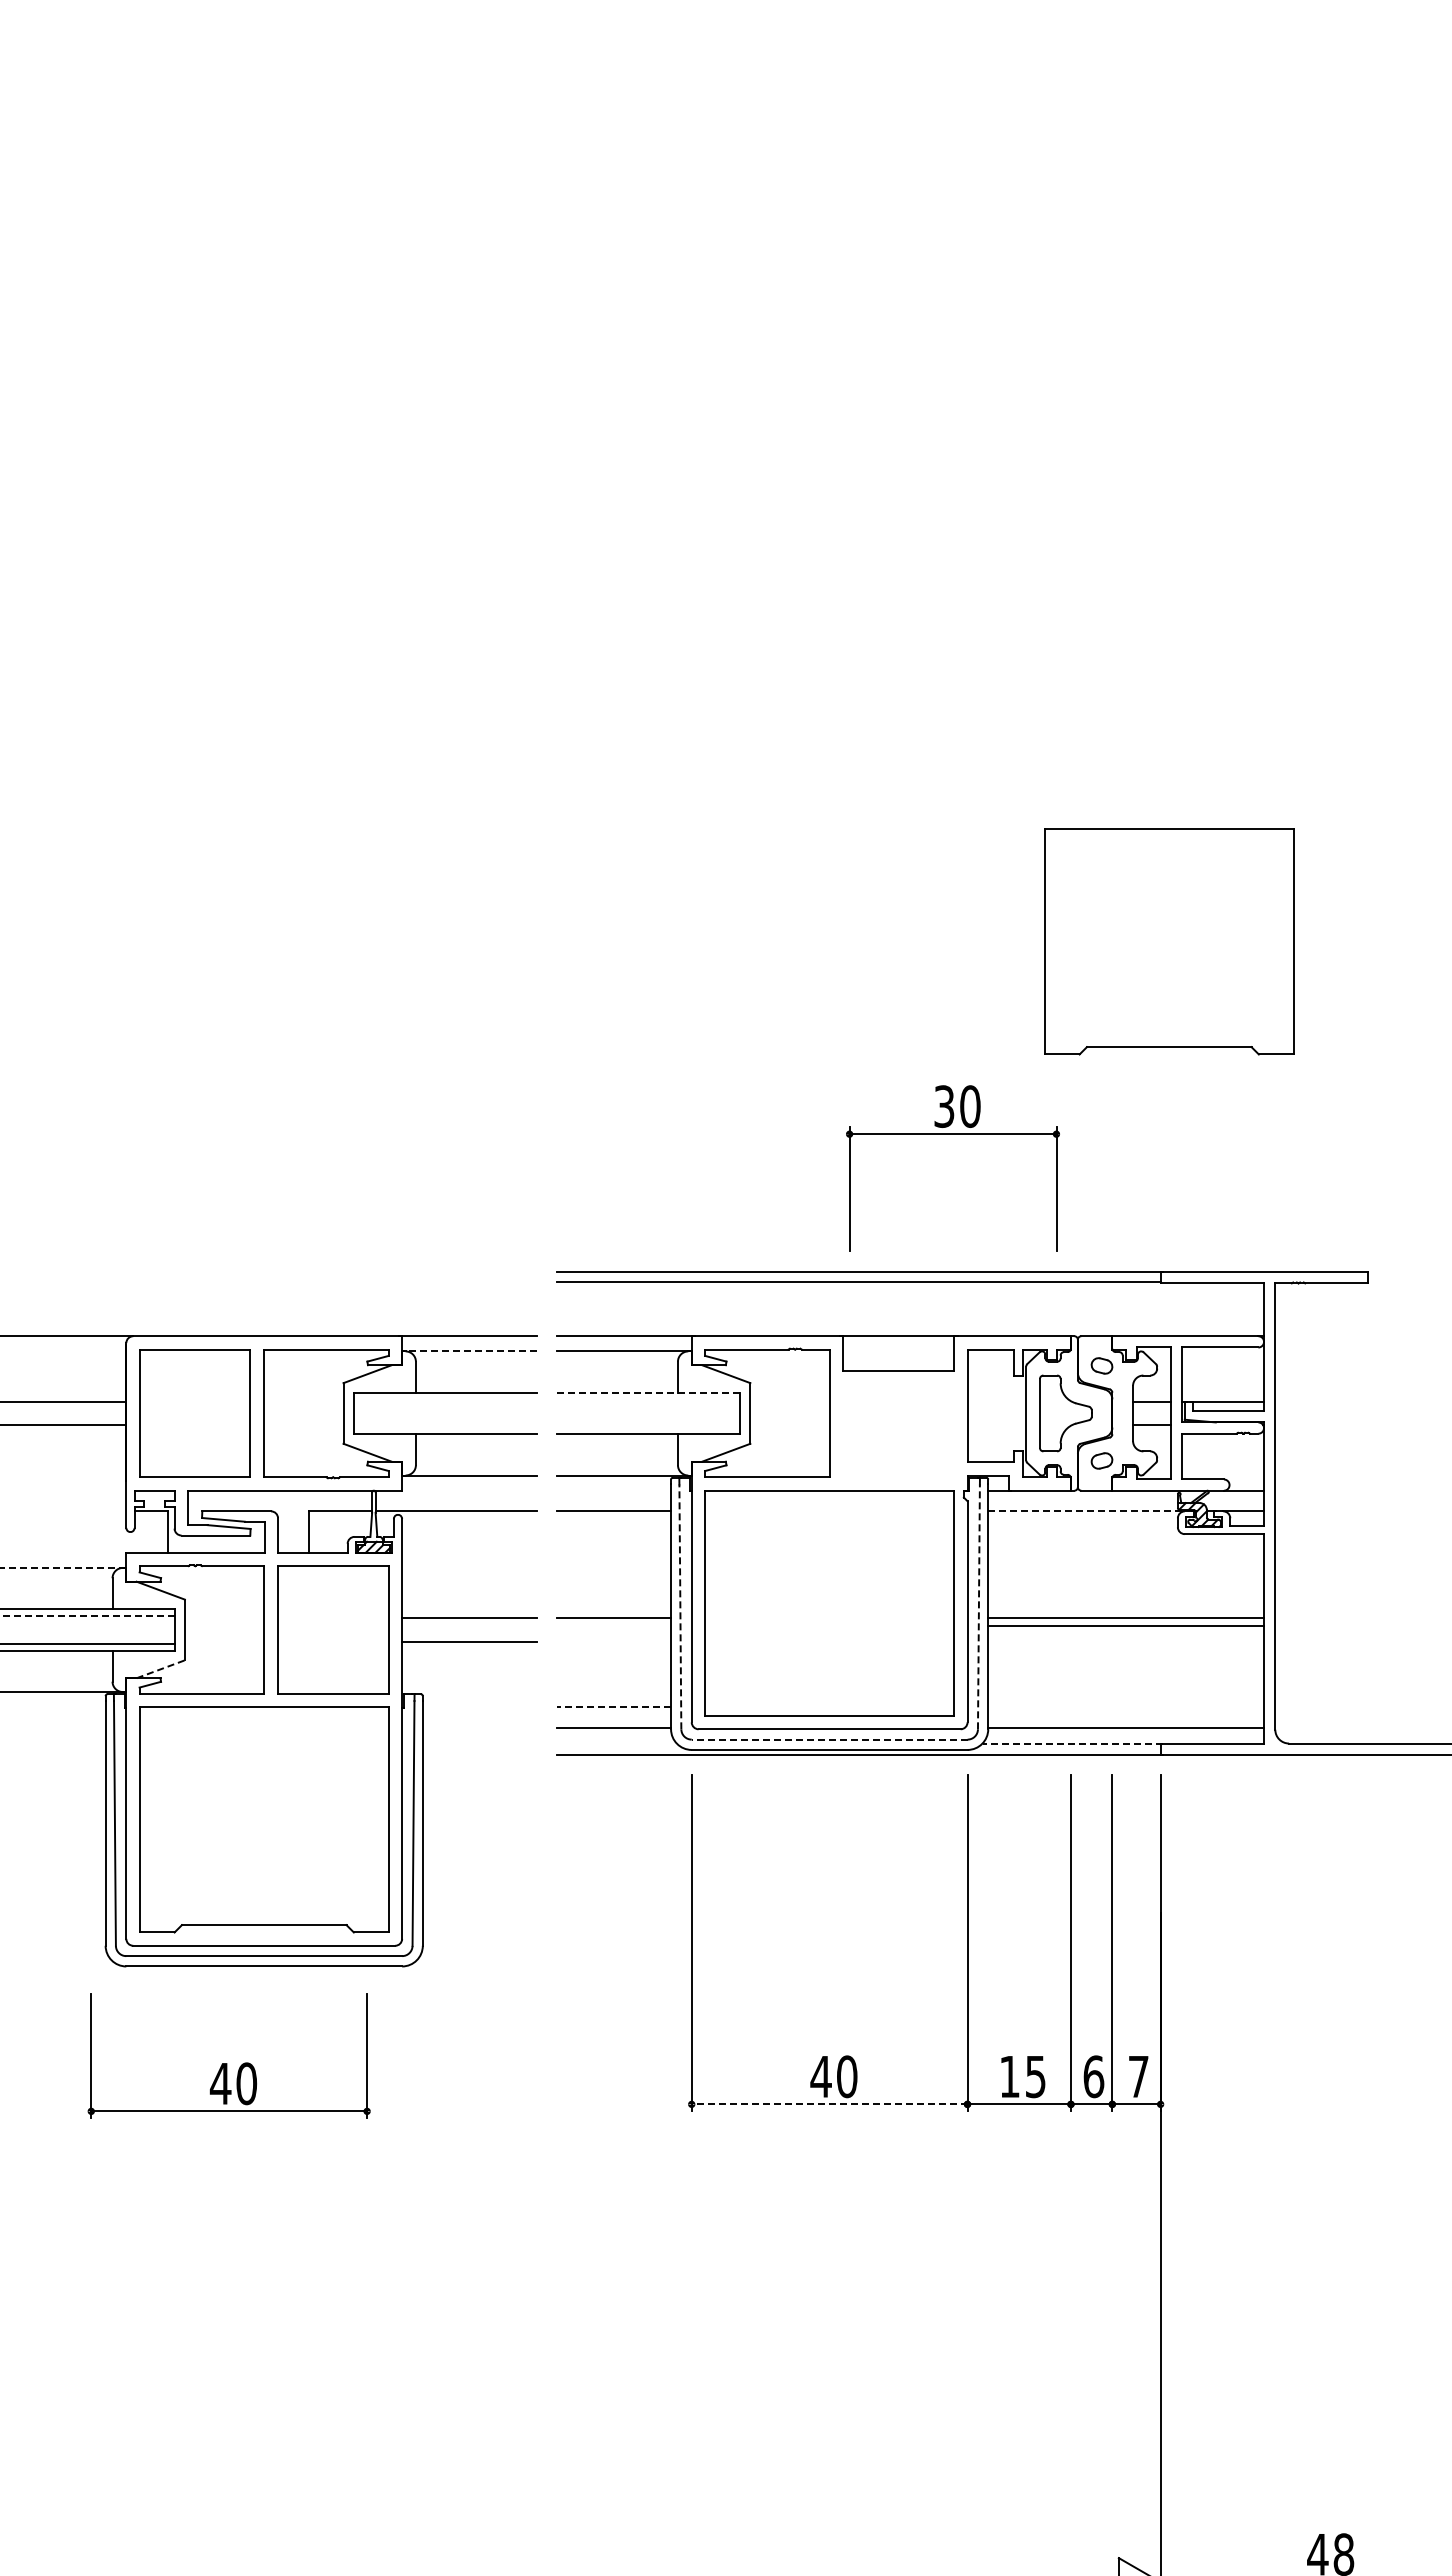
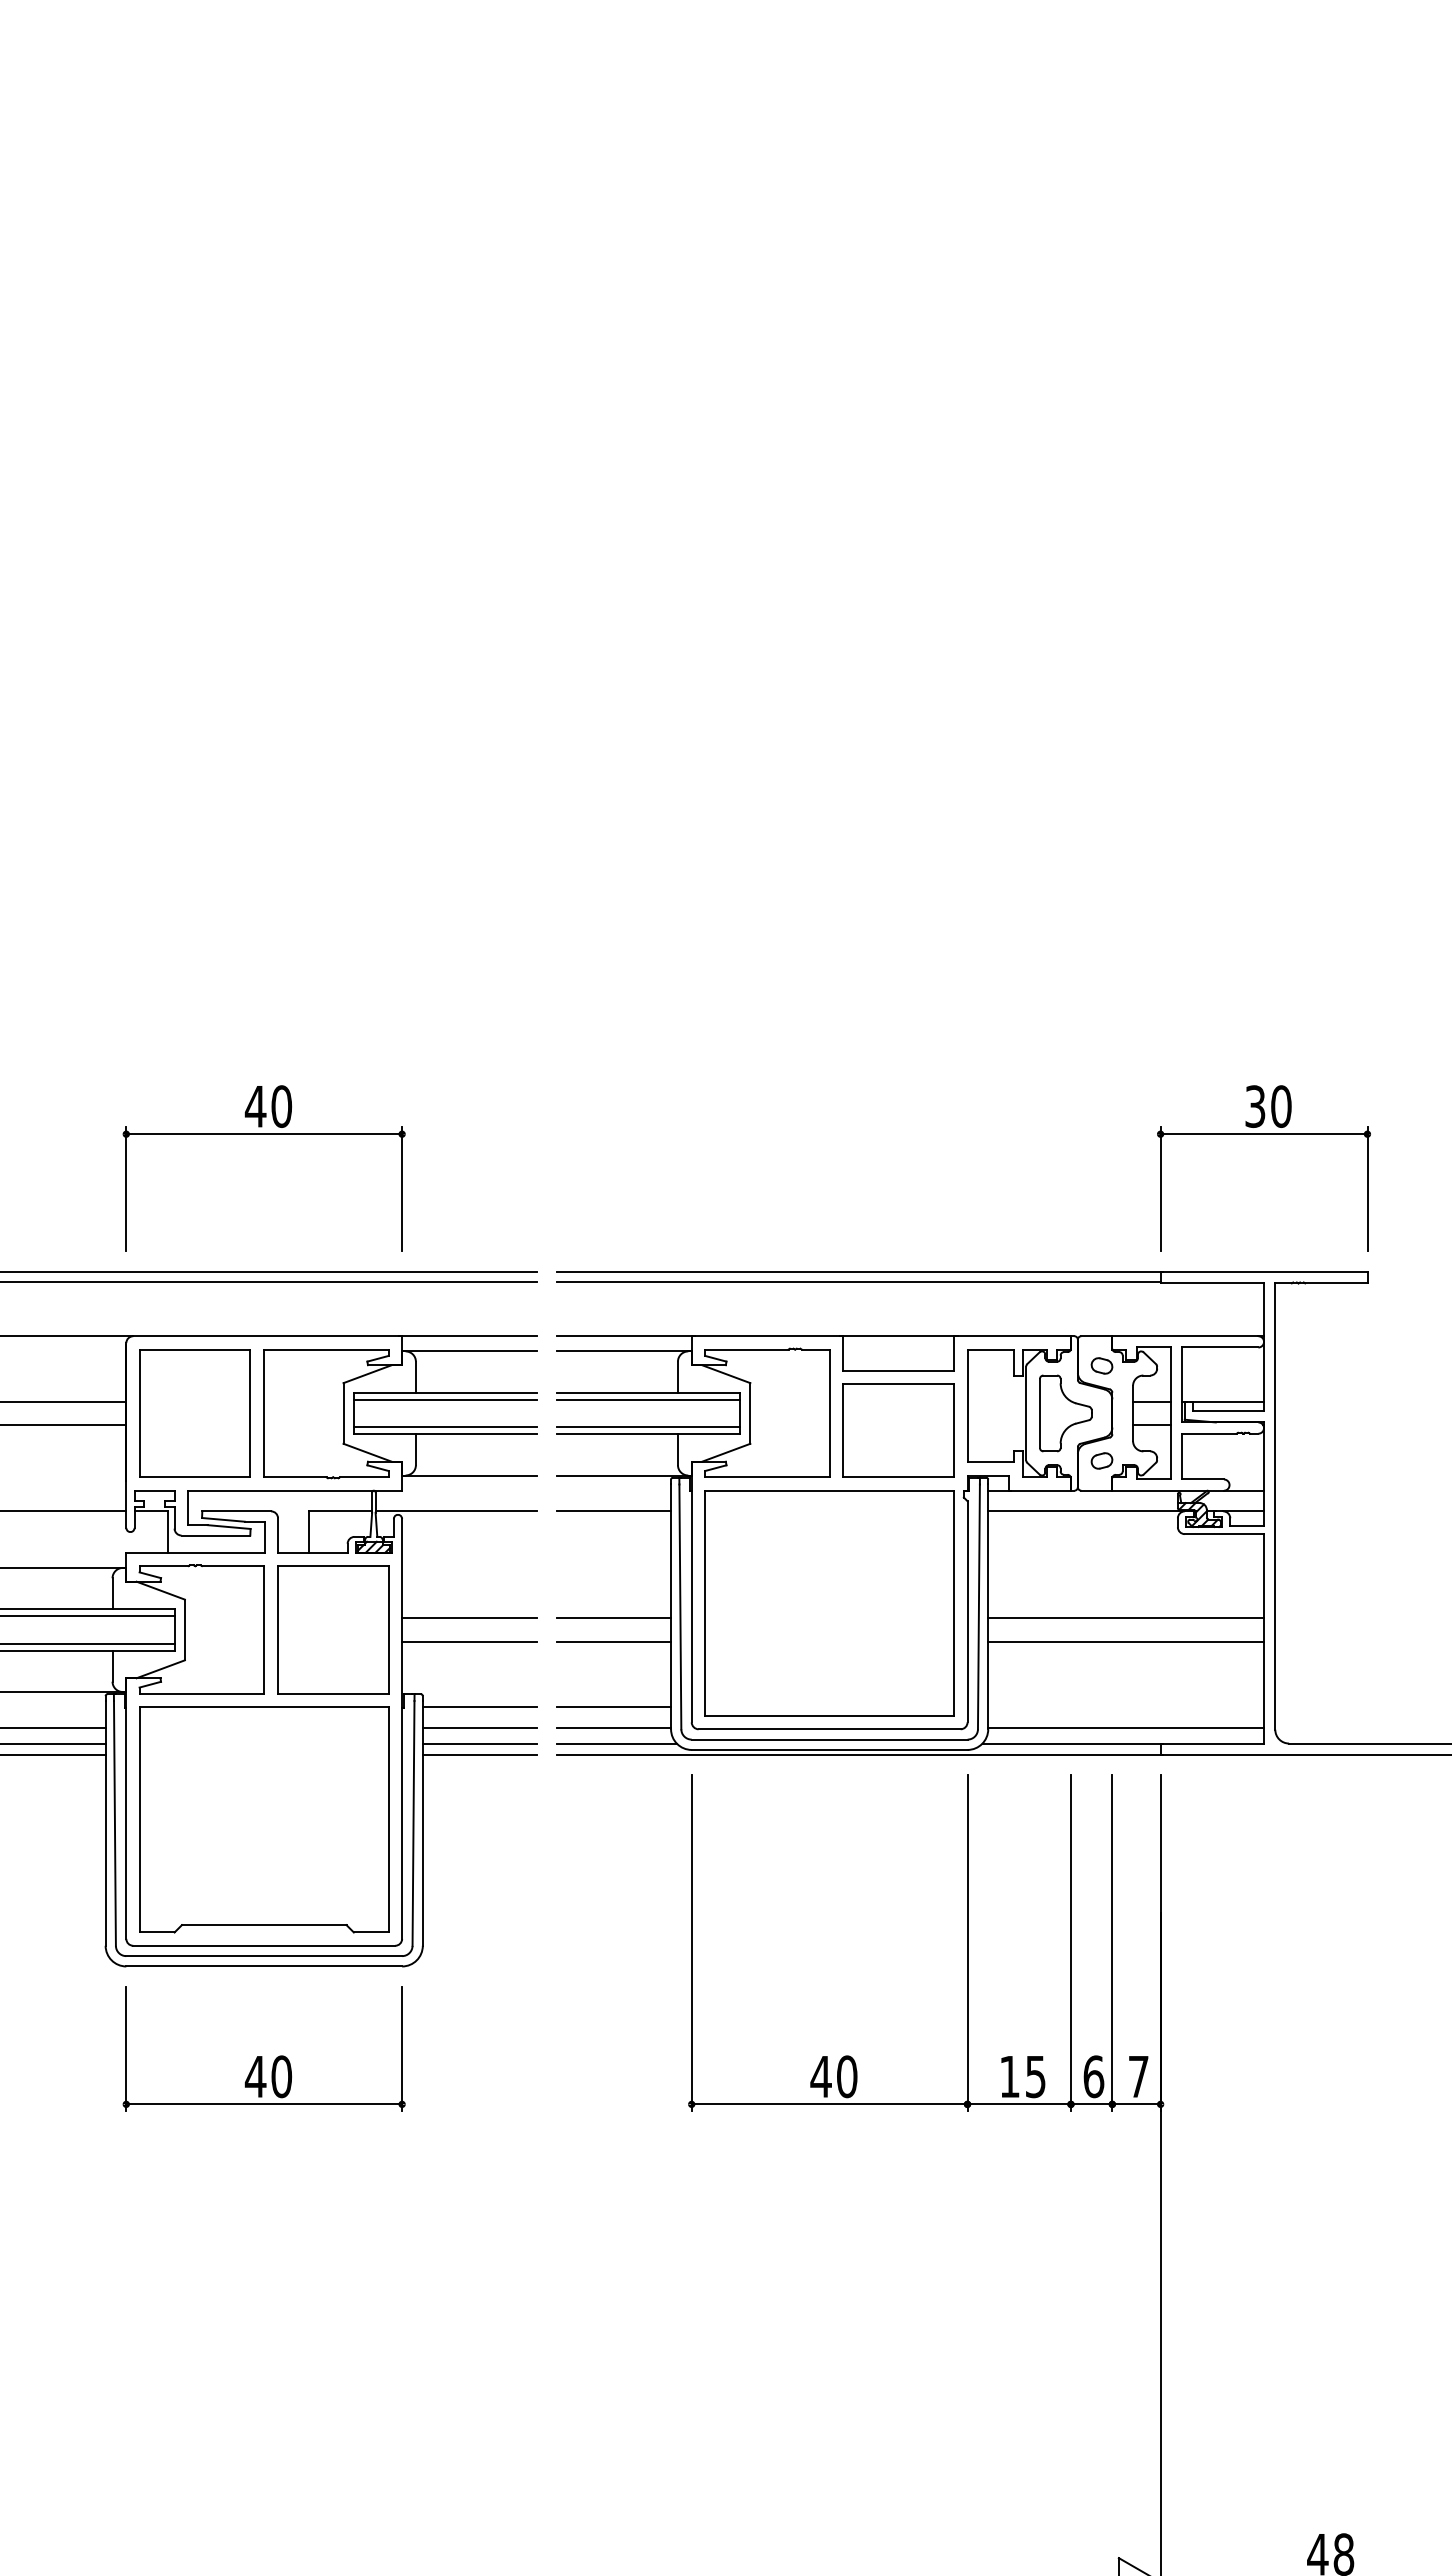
part at (1169, 941): present -> none
part at (263, 1134): none -> present
part at (952, 1134) position: (952, 1134) -> (1263, 1134)
line at (269, 1272): none -> present
line at (269, 1281): none -> present
line at (468, 1351): dashed -> solid
line at (648, 1392): dashed -> solid
line at (444, 1399): none -> present
line at (648, 1399): none -> present
line at (444, 1427): none -> present
line at (648, 1427): none -> present
part at (898, 1430): none -> present
line at (64, 1511): none -> present
line at (1087, 1511): dashed -> solid
line at (63, 1567): dashed -> solid
line at (680, 1606): dashed -> solid
line at (978, 1606): dashed -> solid
line at (87, 1616): dashed -> solid
line at (1126, 1625) position: (1126, 1625) -> (1126, 1641)
line at (614, 1641): none -> present
line at (160, 1669): dashed -> solid
line at (479, 1707): none -> present
line at (614, 1707): dashed -> solid
line at (53, 1727): none -> present
line at (479, 1727): none -> present
line at (829, 1739): dashed -> solid
line at (53, 1743): none -> present
line at (479, 1743): none -> present
line at (616, 1743): none -> present
line at (1072, 1743): dashed -> solid
line at (53, 1754): none -> present
line at (479, 1754): none -> present
part at (227, 2063) position: (227, 2063) -> (262, 2056)
line at (829, 2104): dashed -> solid
